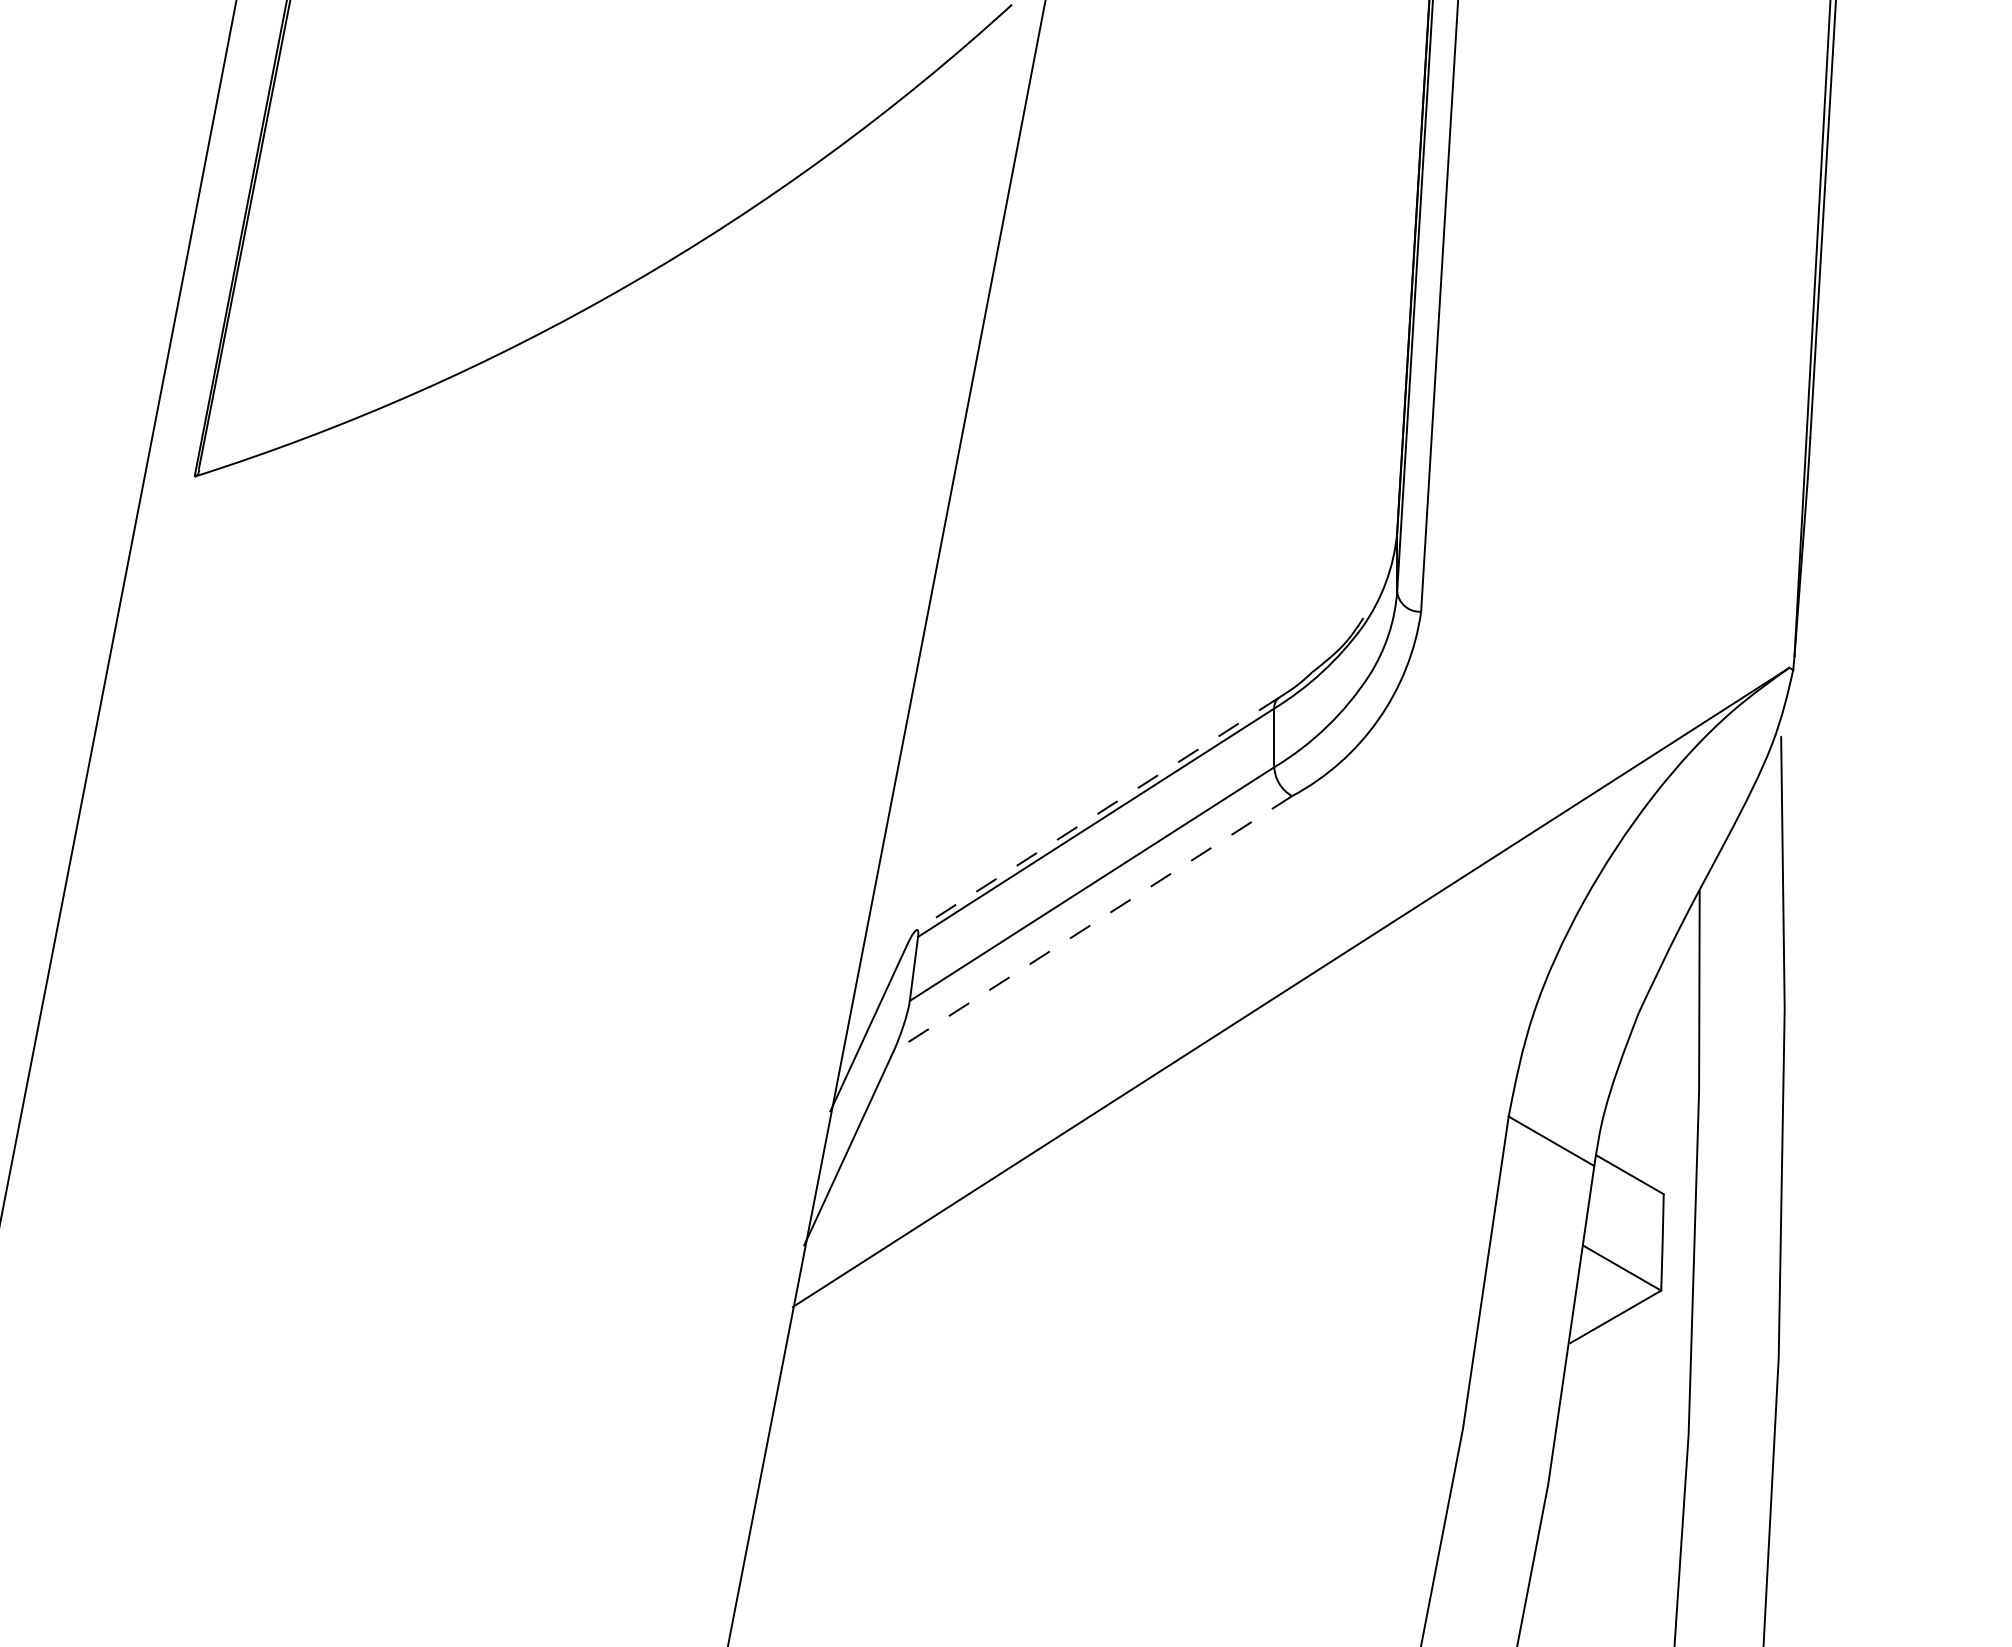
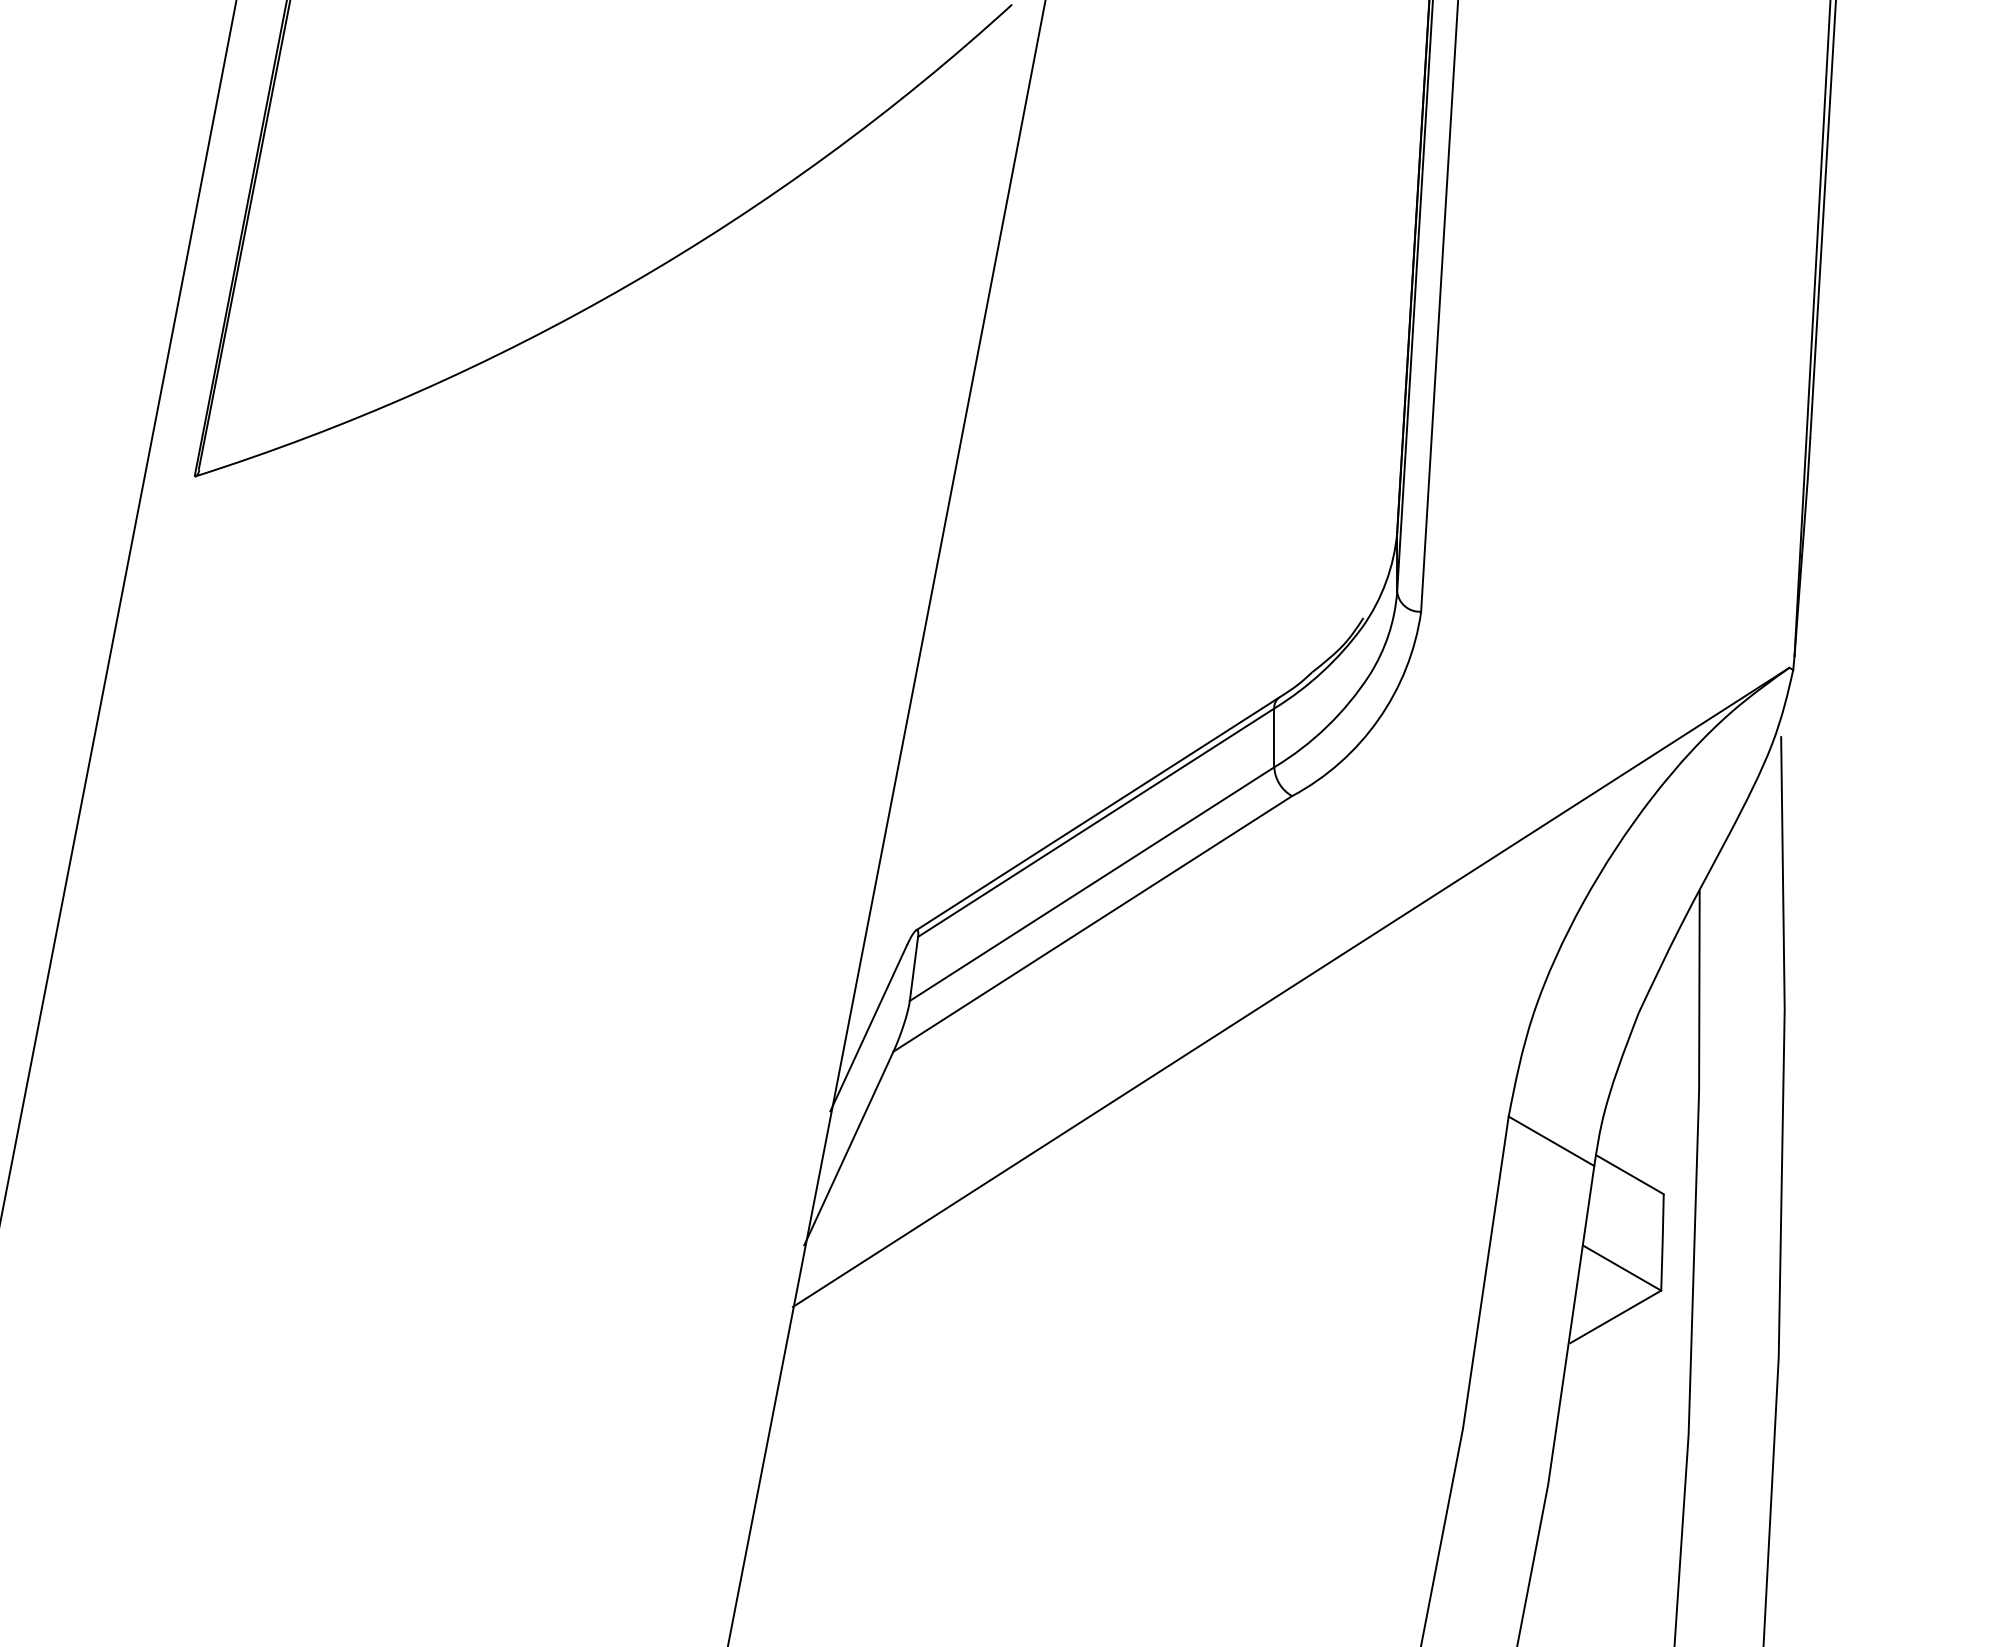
line at (1097, 814): dashed -> solid
line at (1092, 923): dashed -> solid
